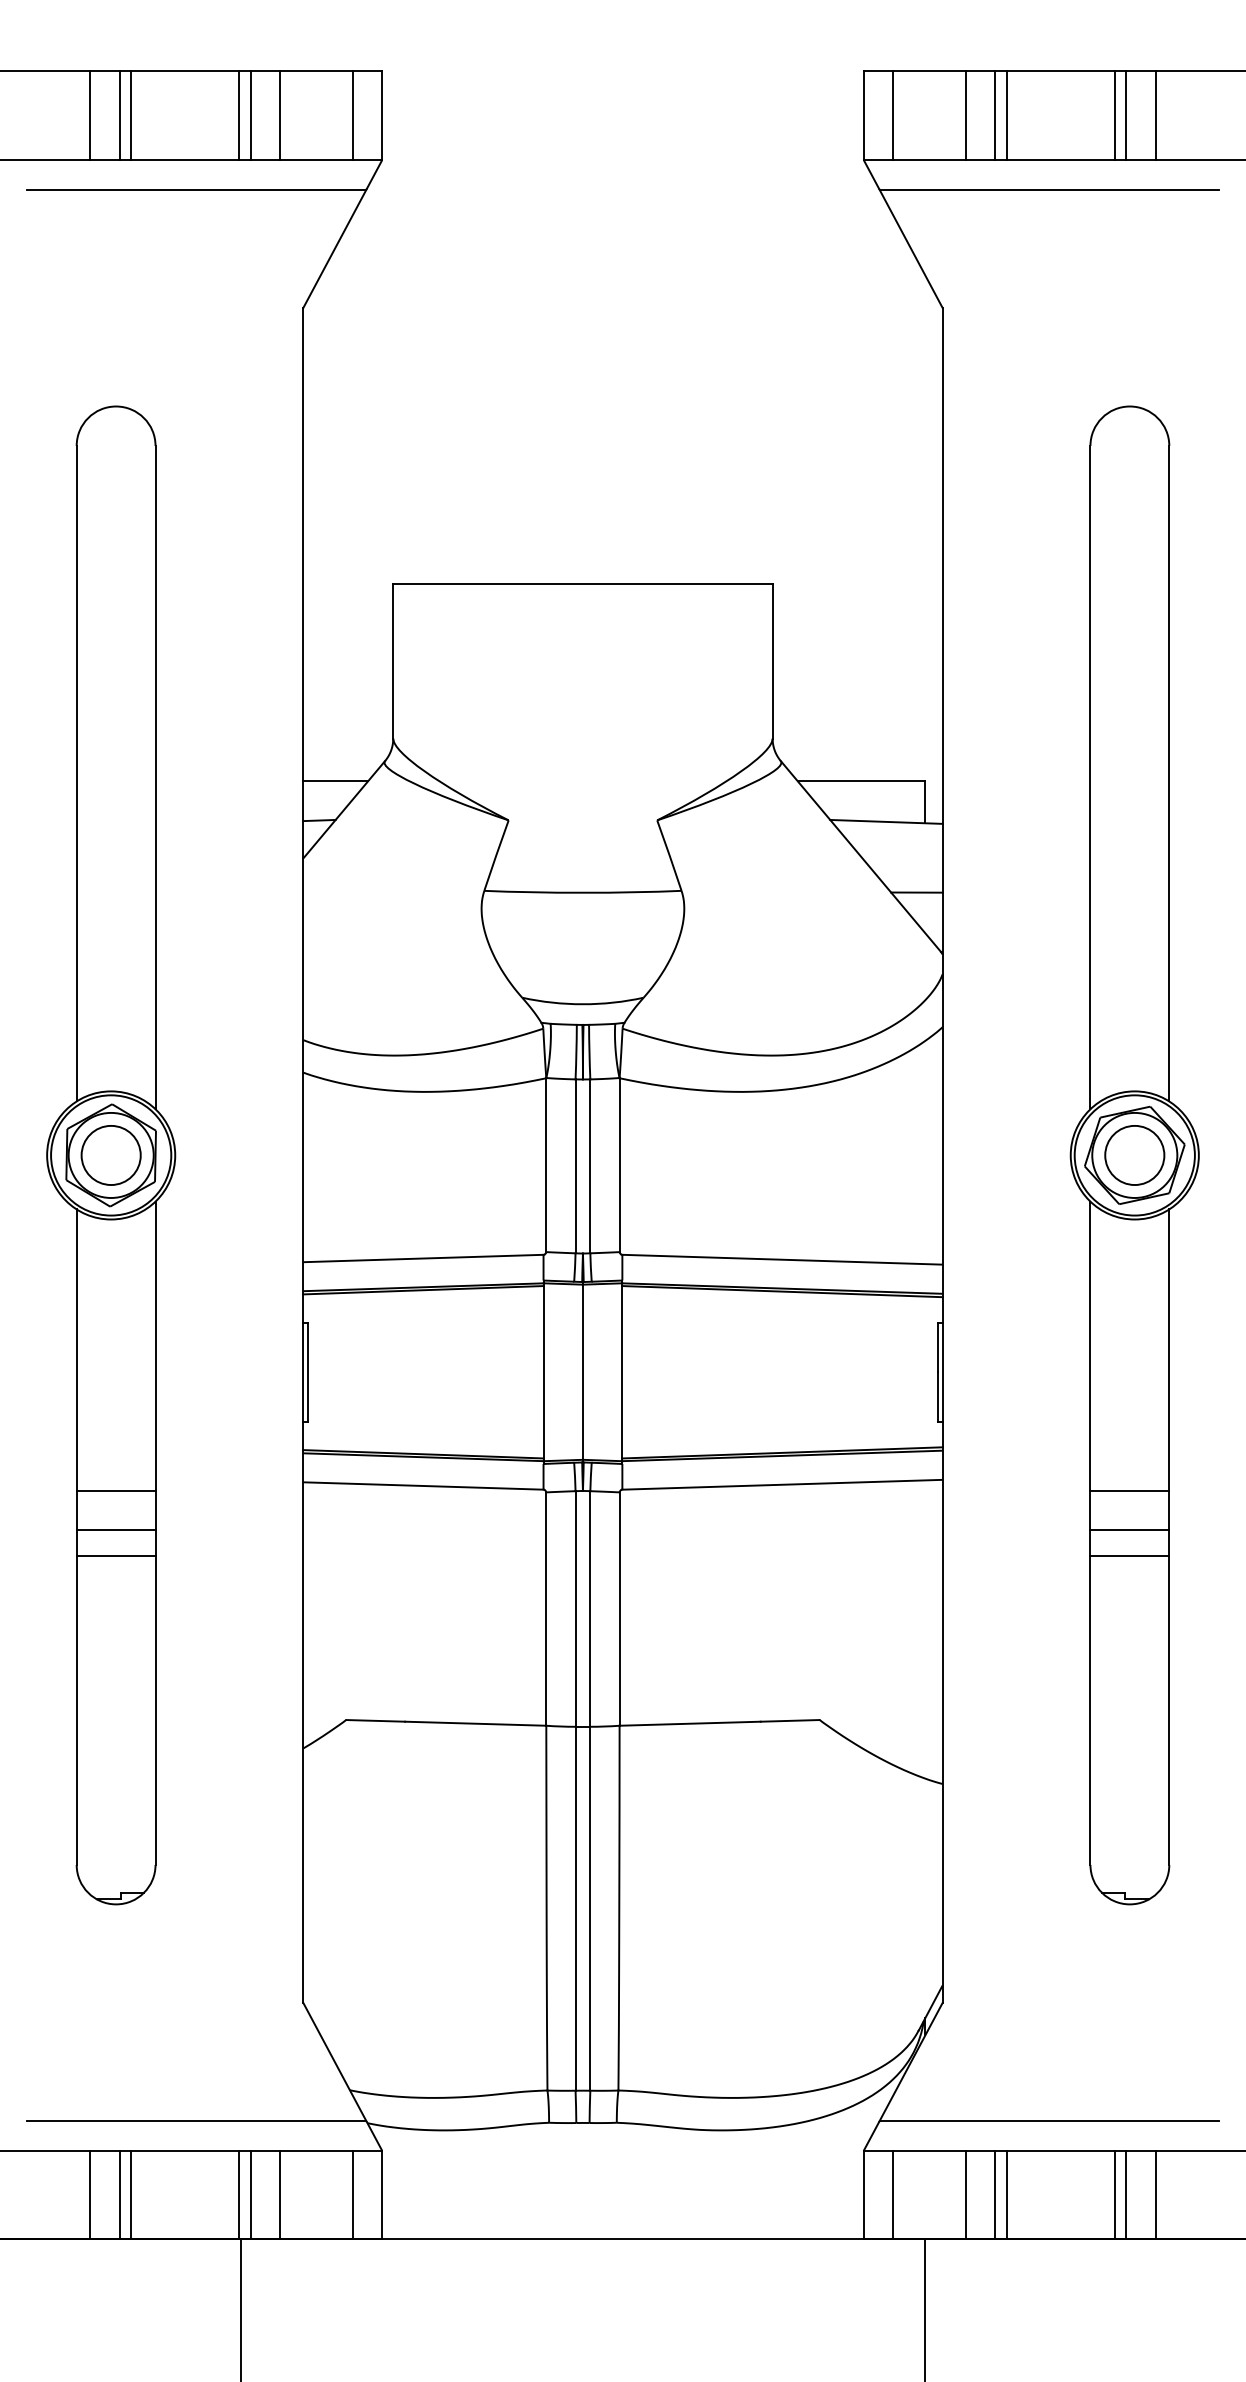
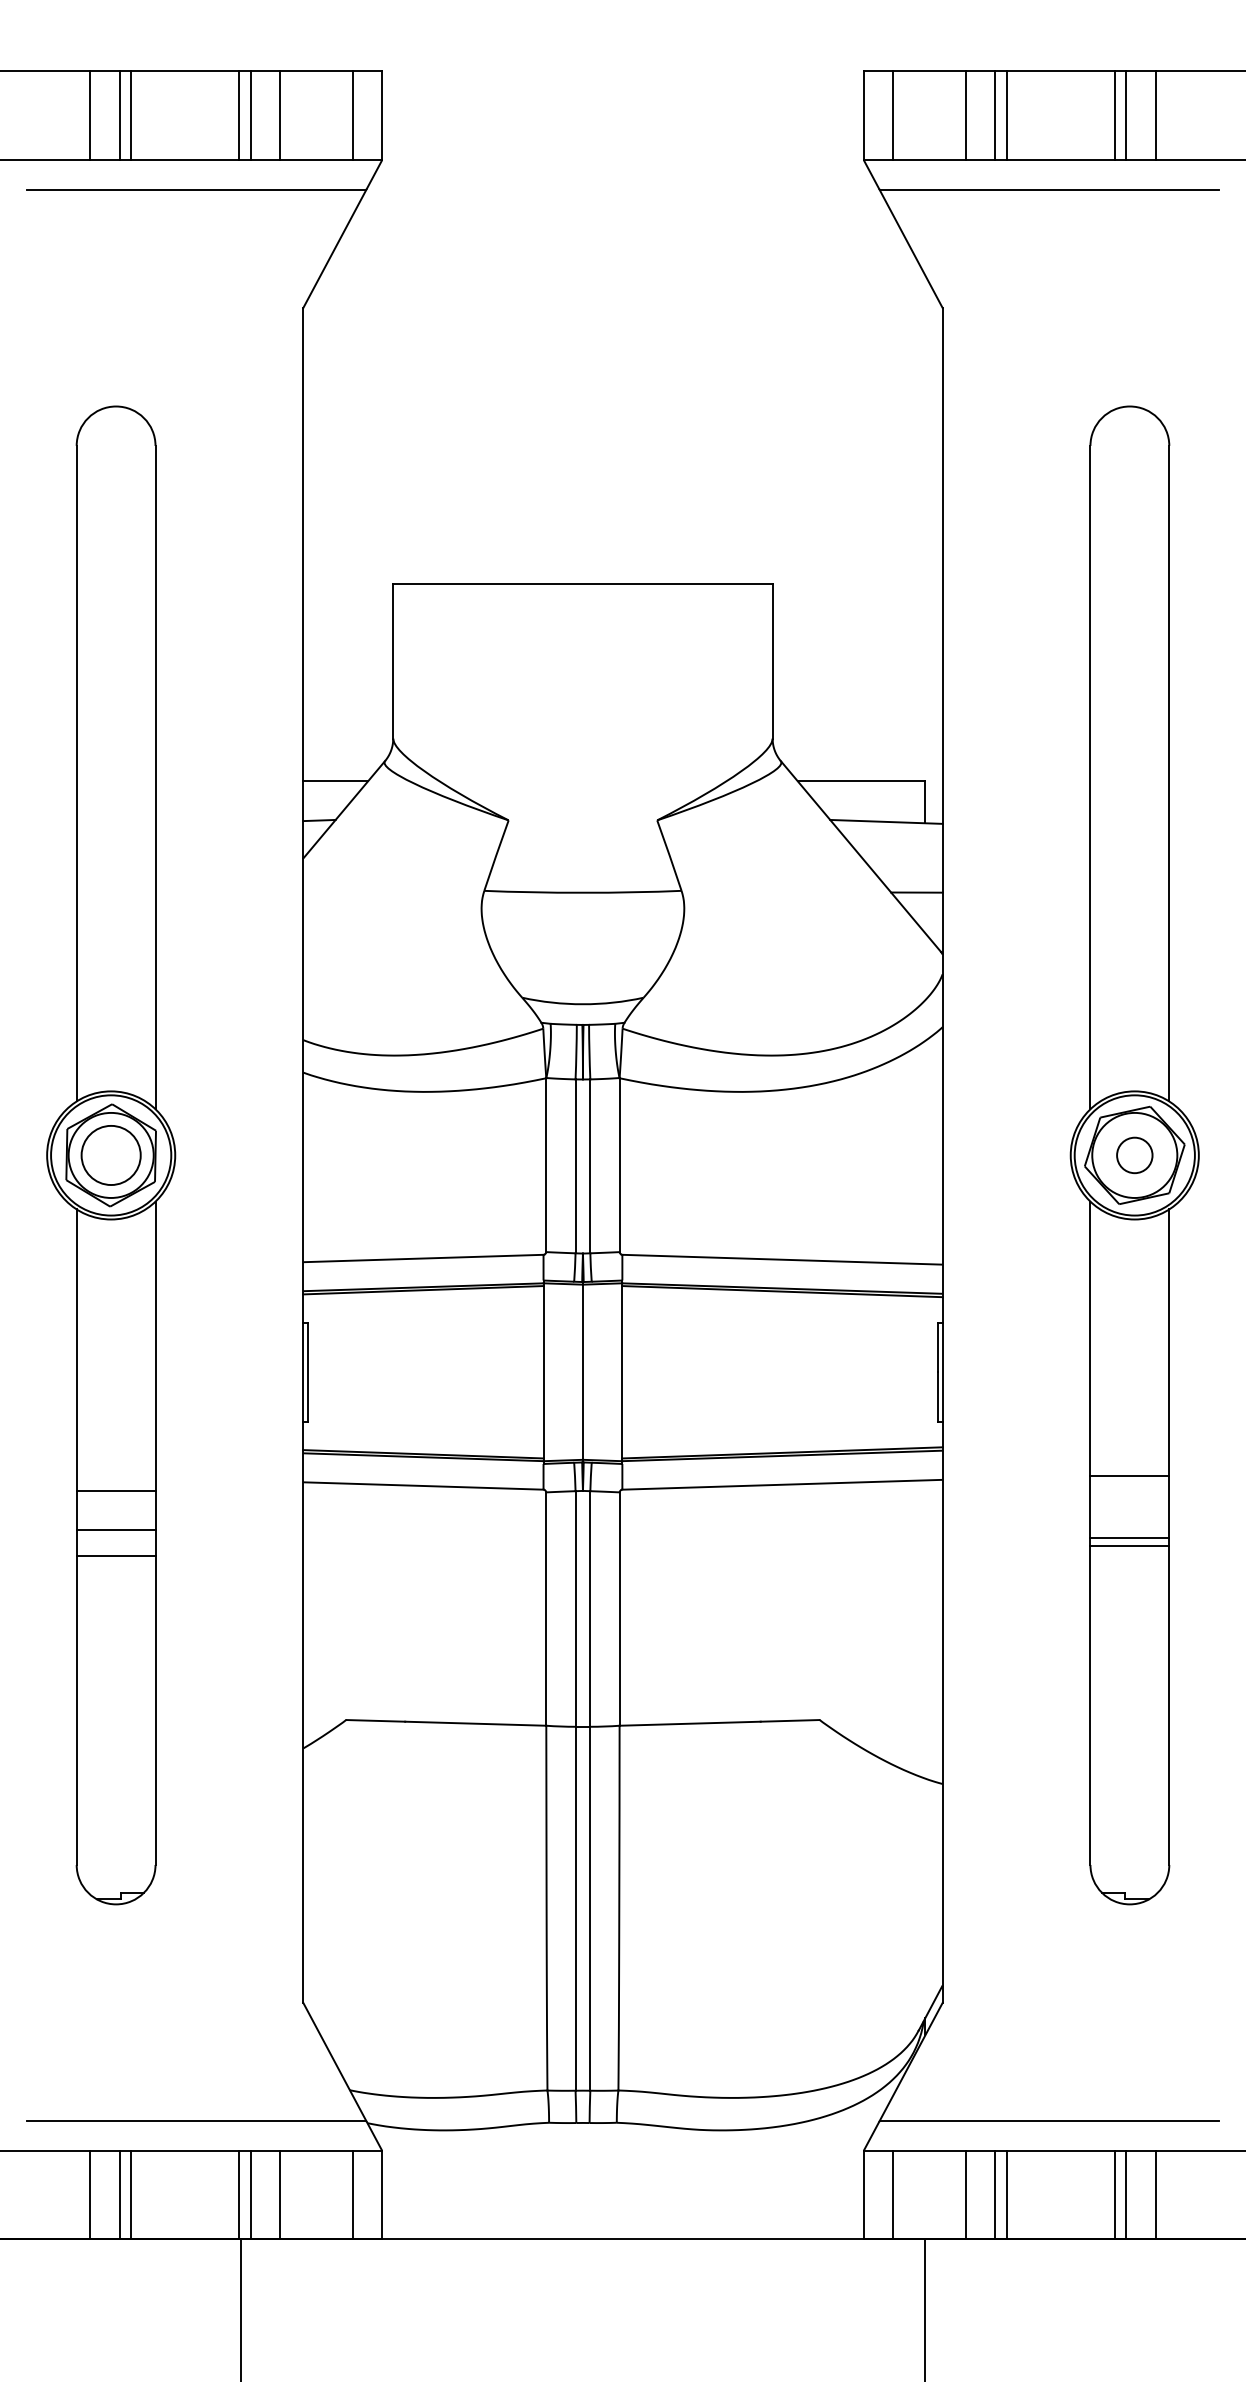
circle at (1134, 1155) diameter: 59 px -> 35 px
line at (1129, 1490) position: (1129, 1490) -> (1129, 1475)
line at (1129, 1529) position: (1129, 1529) -> (1129, 1545)
line at (1129, 1555) position: (1129, 1555) -> (1129, 1537)
